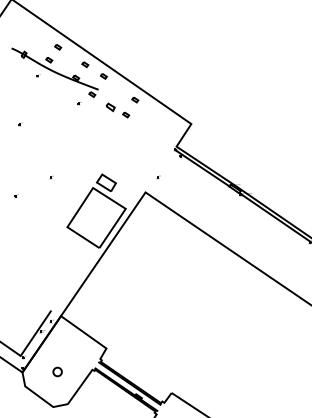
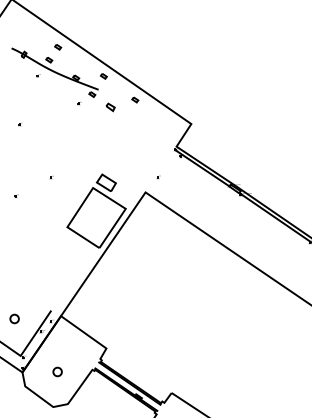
part at (85, 64): present -> none
part at (126, 114): present -> none
circle at (14, 318): none -> present
